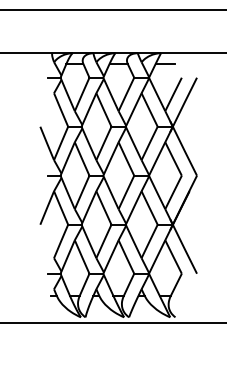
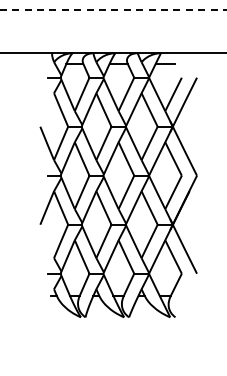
line at (113, 10): solid -> dashed
line at (112, 322): present -> none
